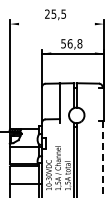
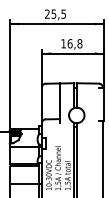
line at (56, 24): none -> present
text at (63, 43): 56,8 -> 16,8
line at (102, 159): dashed -> solid
